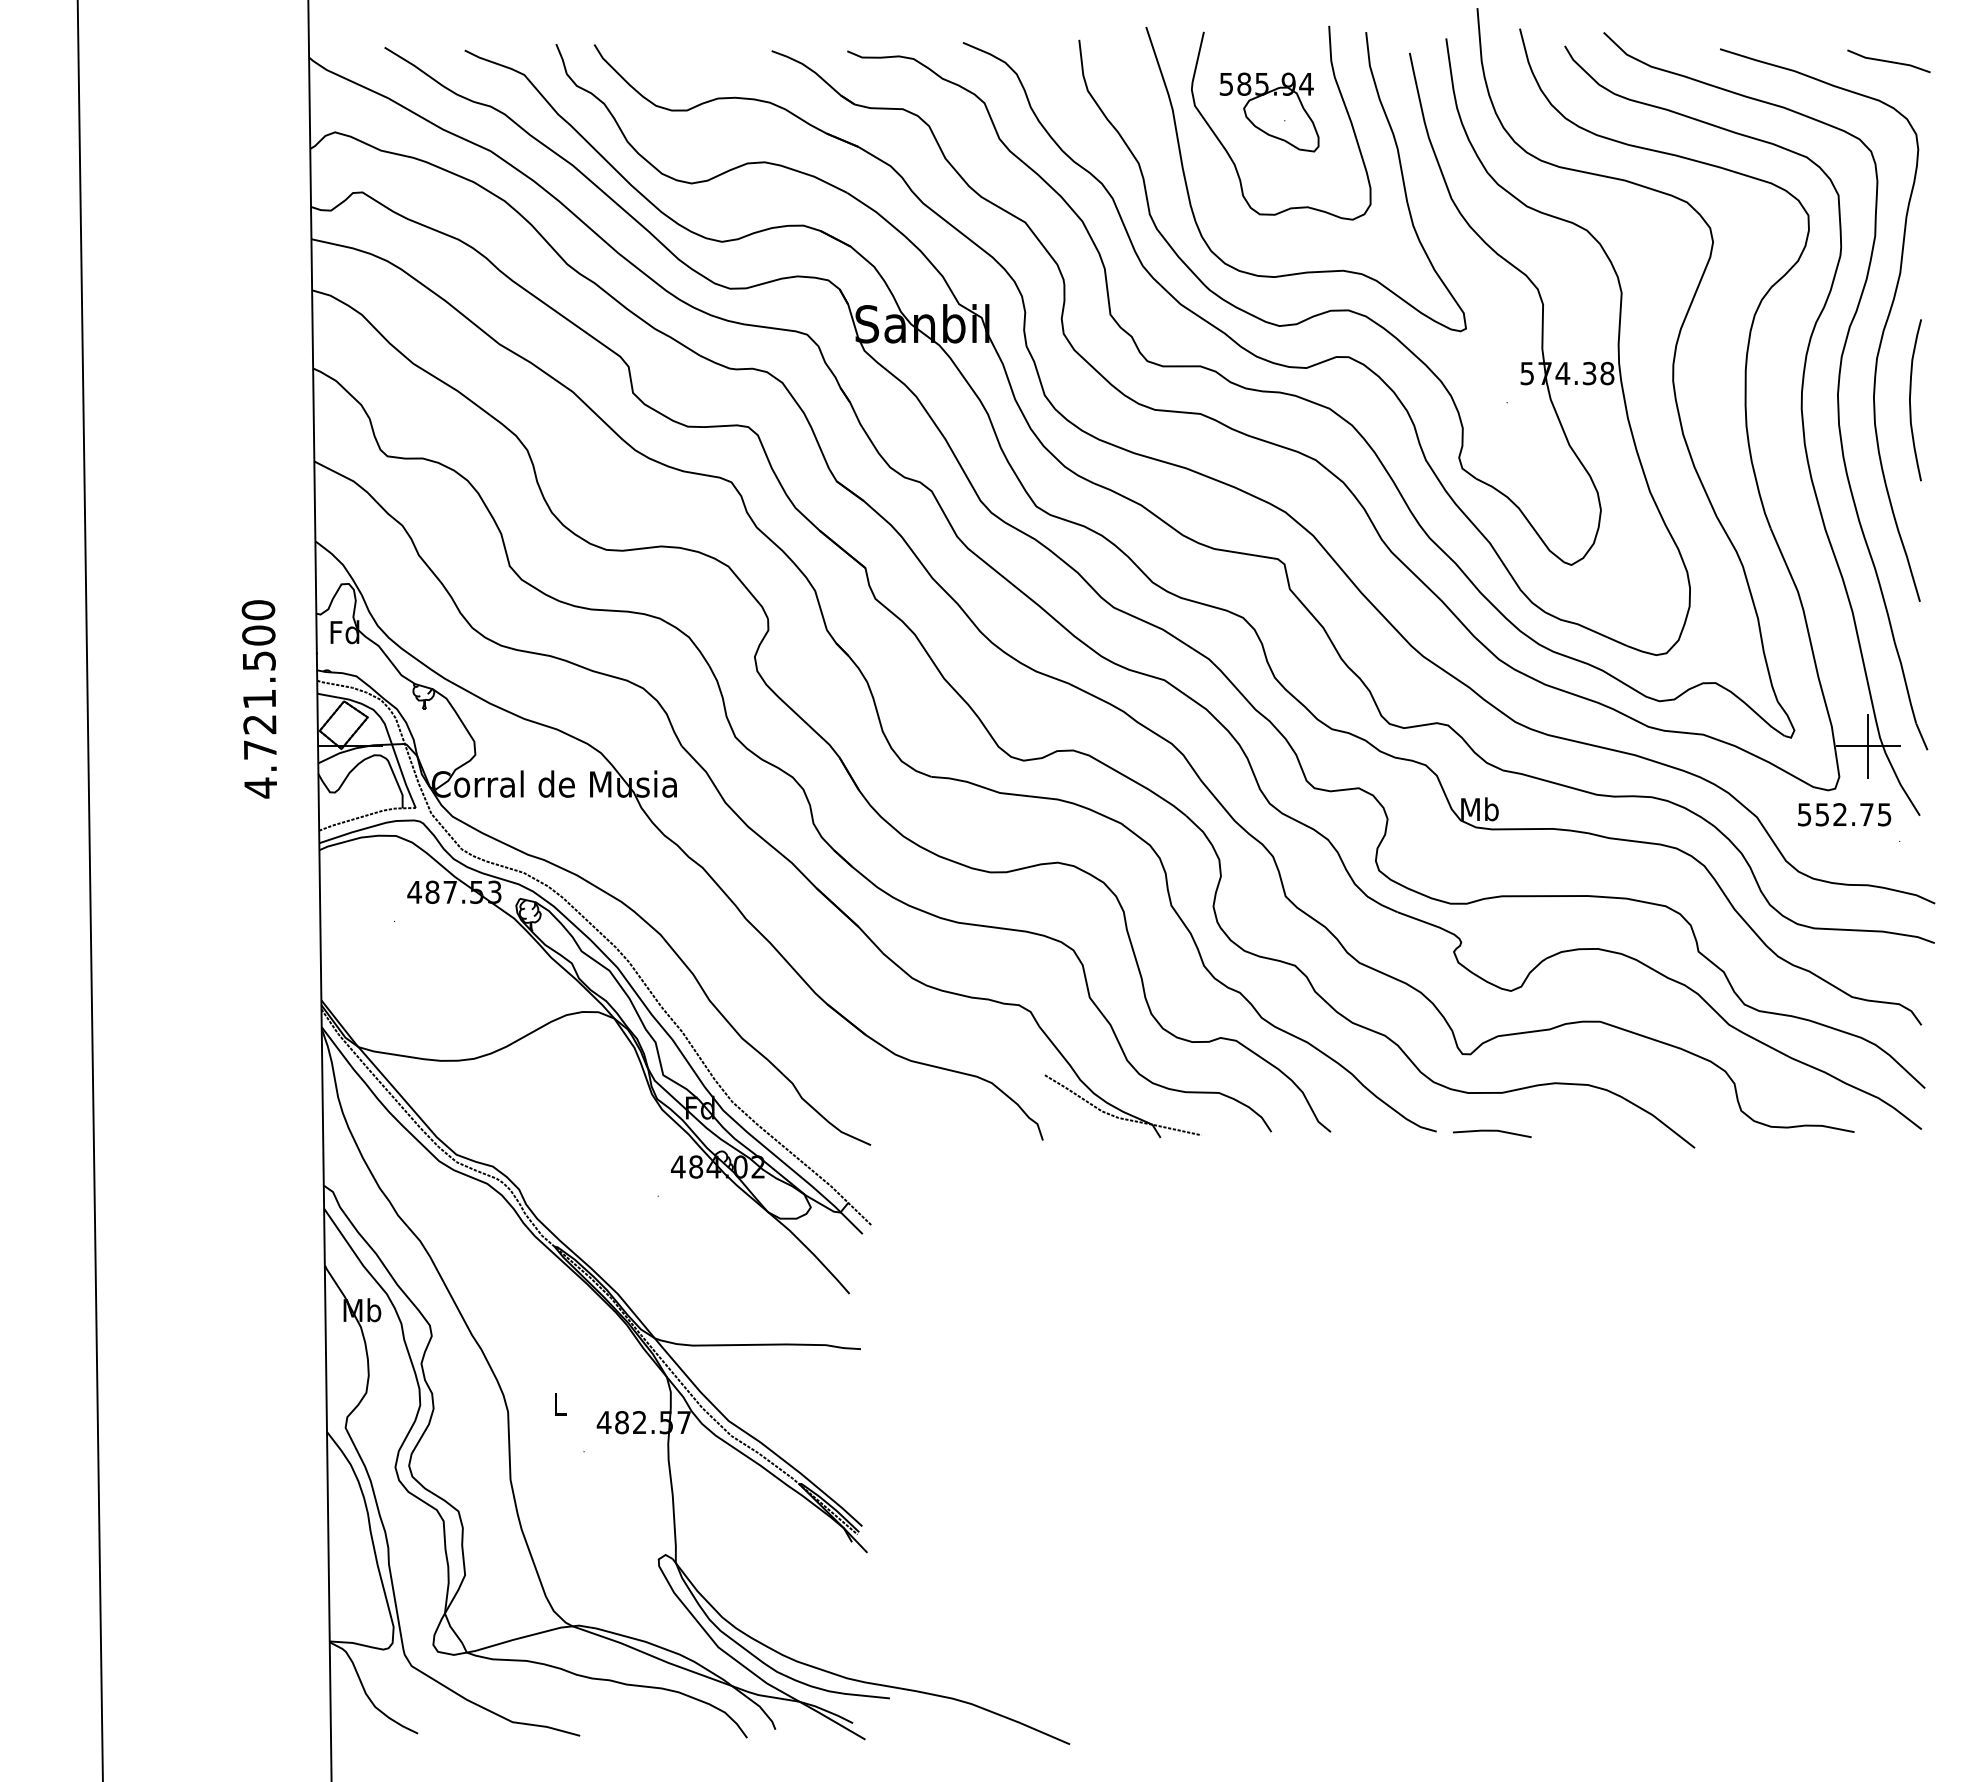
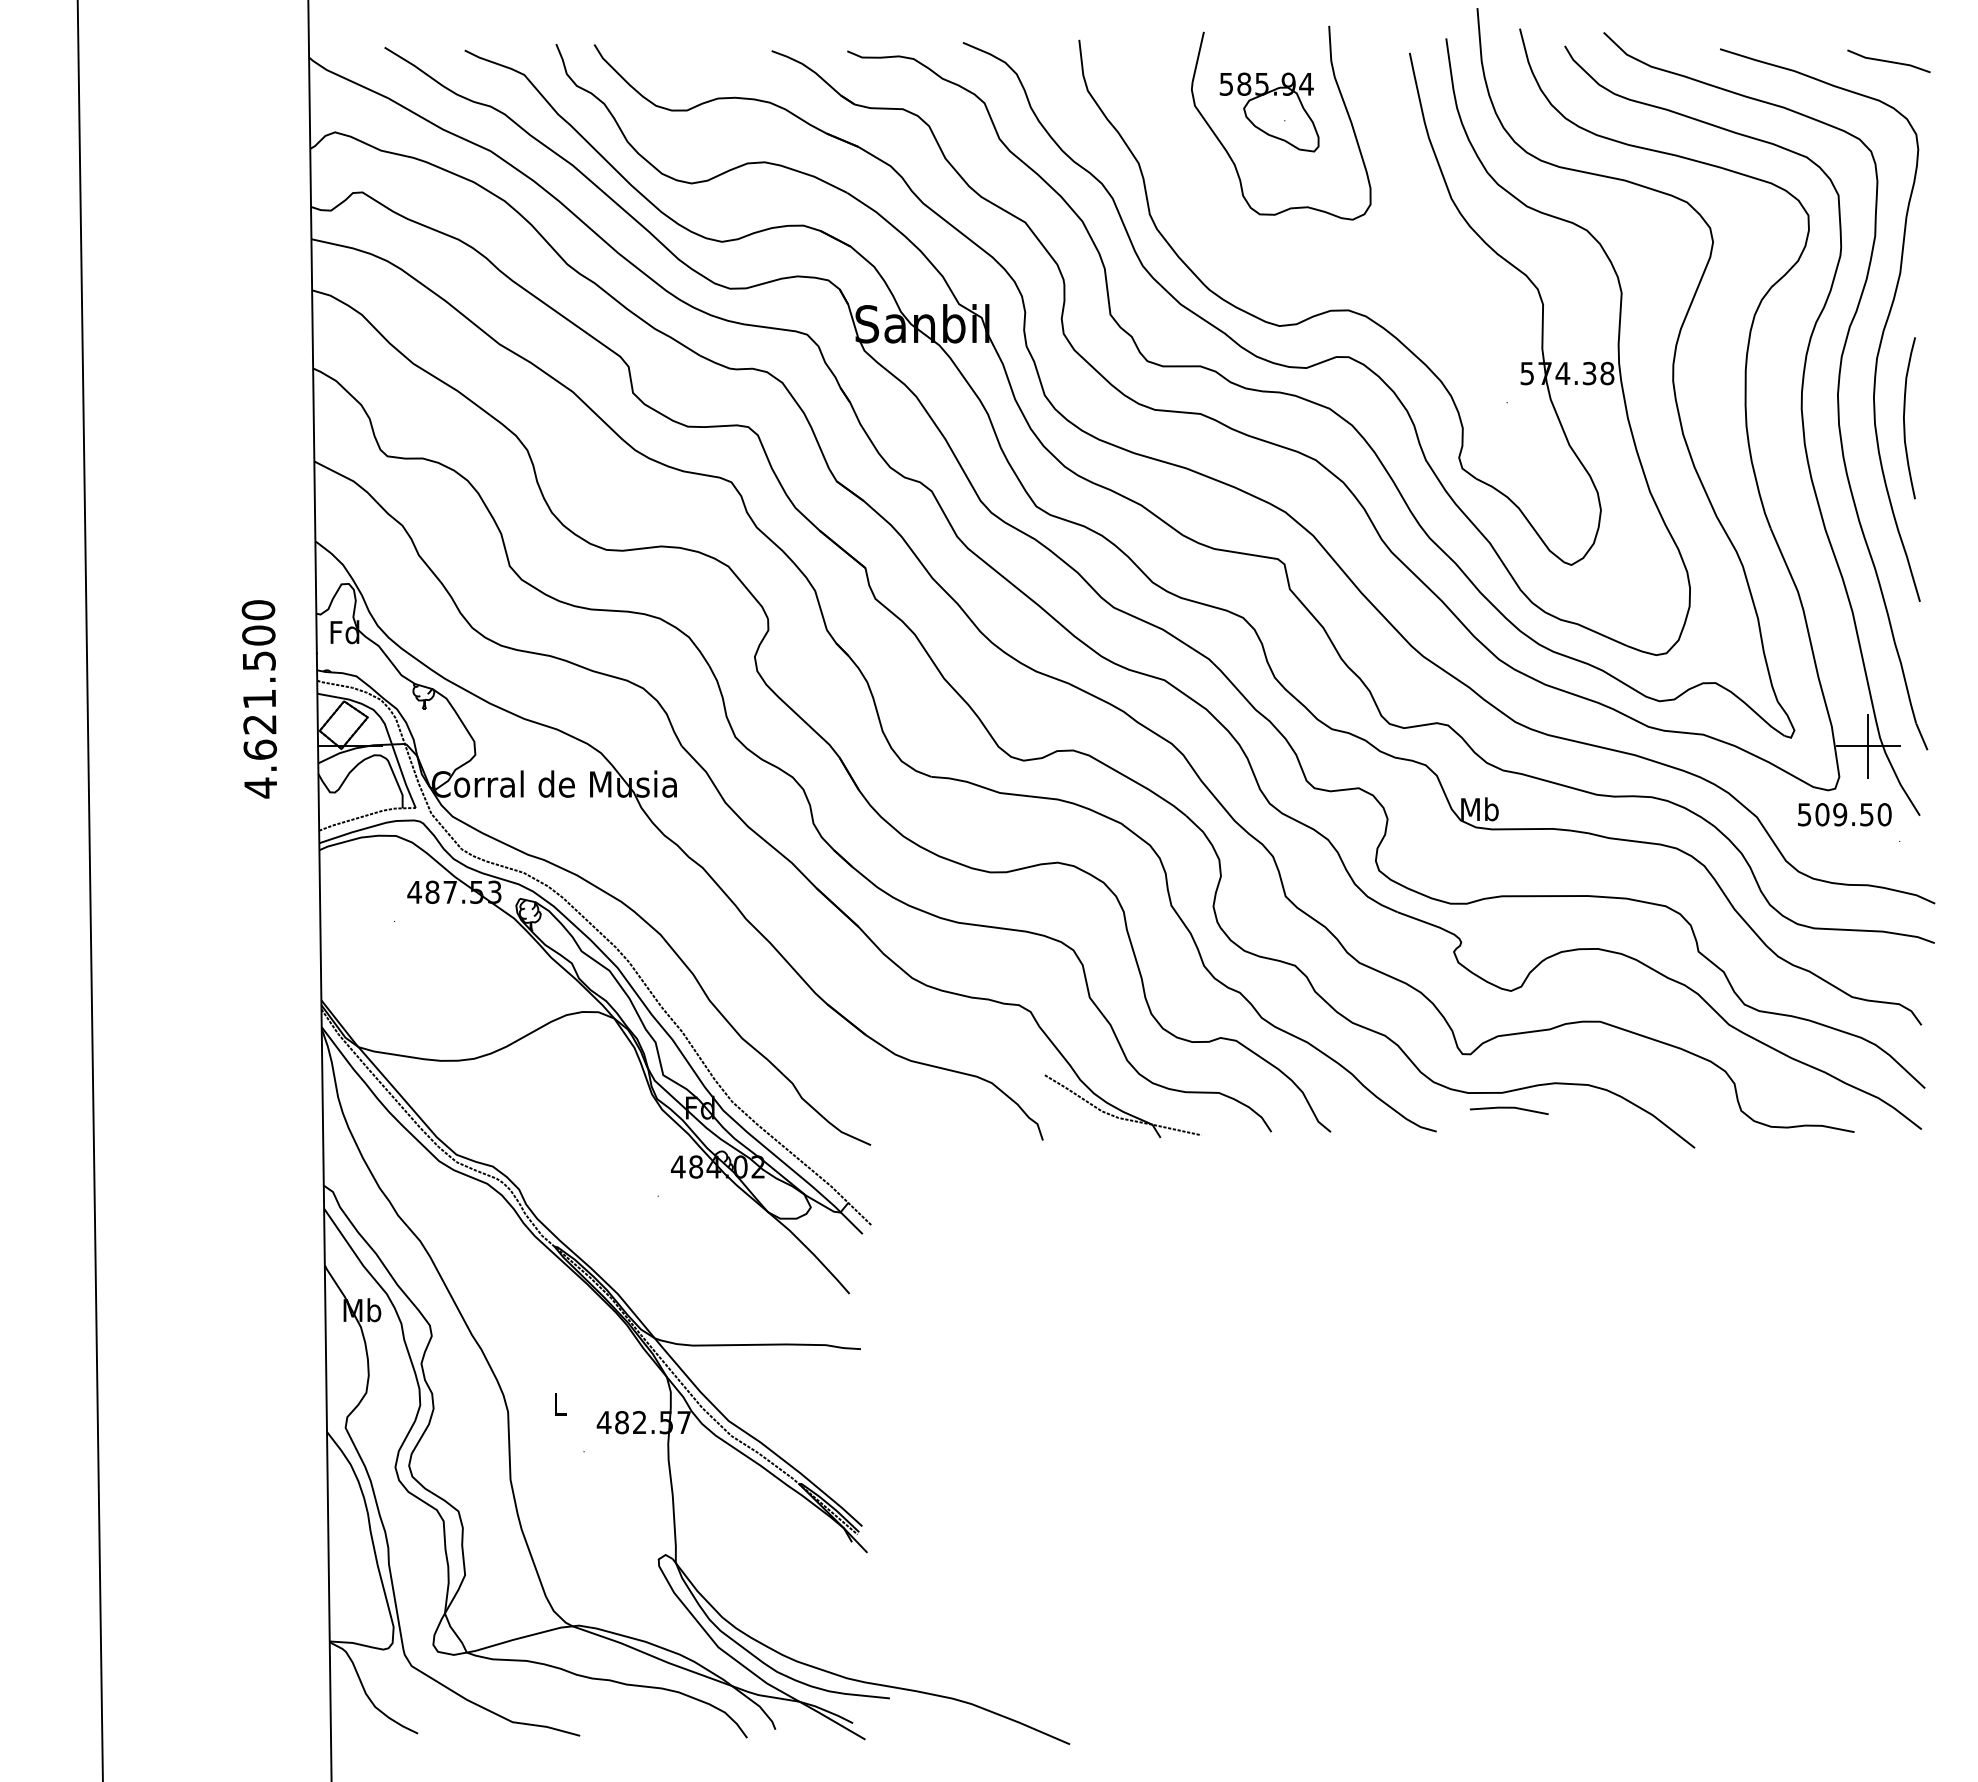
curve at (1305, 271): present -> none
curve at (1910, 400) position: (1910, 400) -> (1904, 418)
text at (260, 749): 4.721.500 -> 4.621.500
text at (1853, 814): 552.75 -> 509.50
line at (1492, 1131) position: (1492, 1131) -> (1509, 1108)
